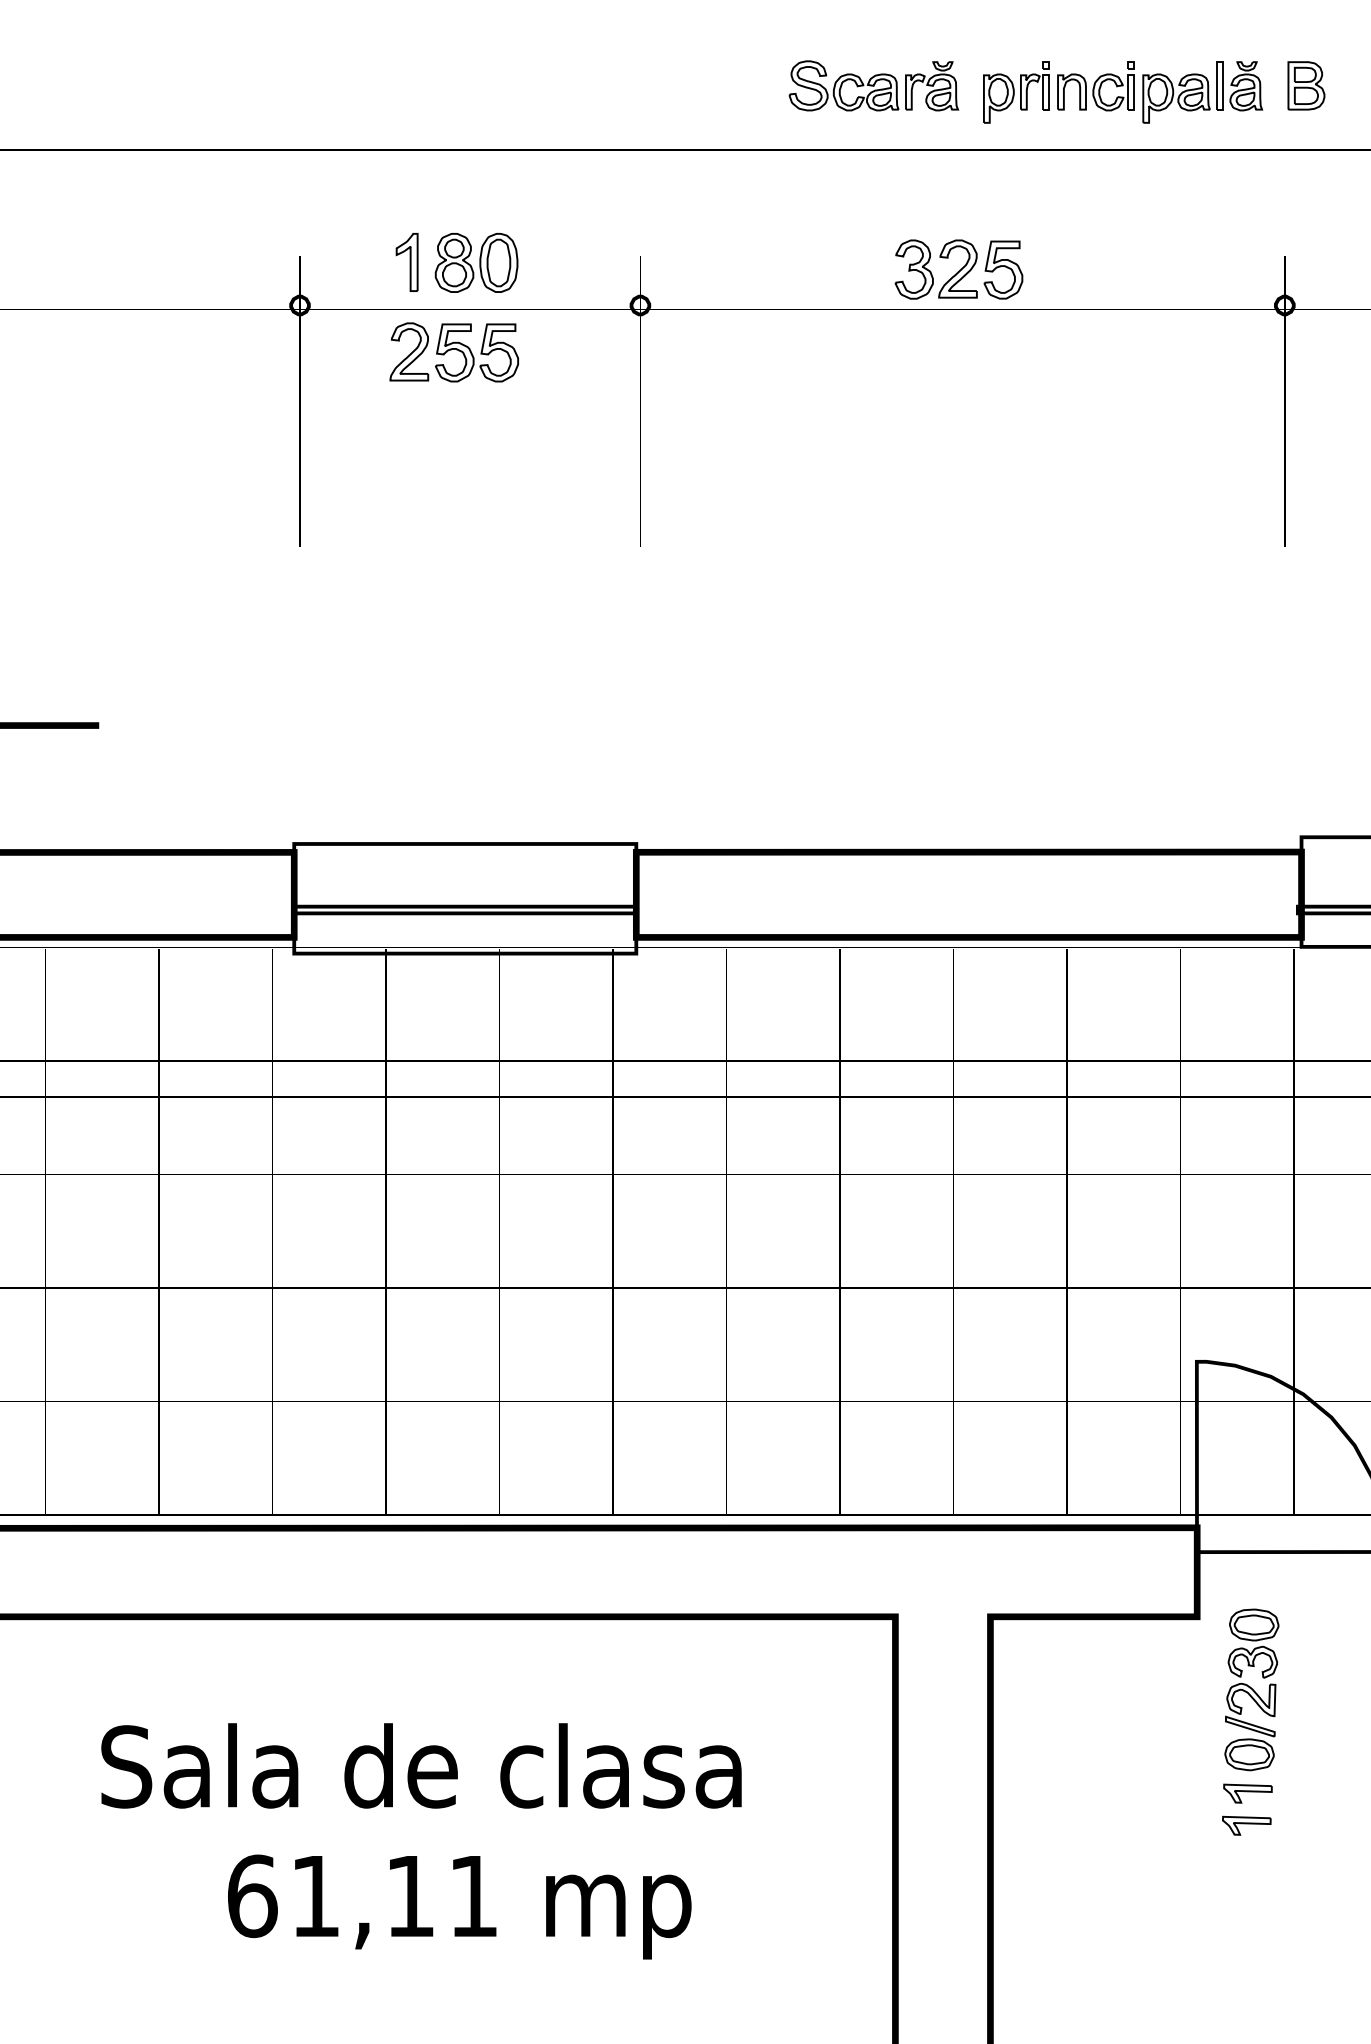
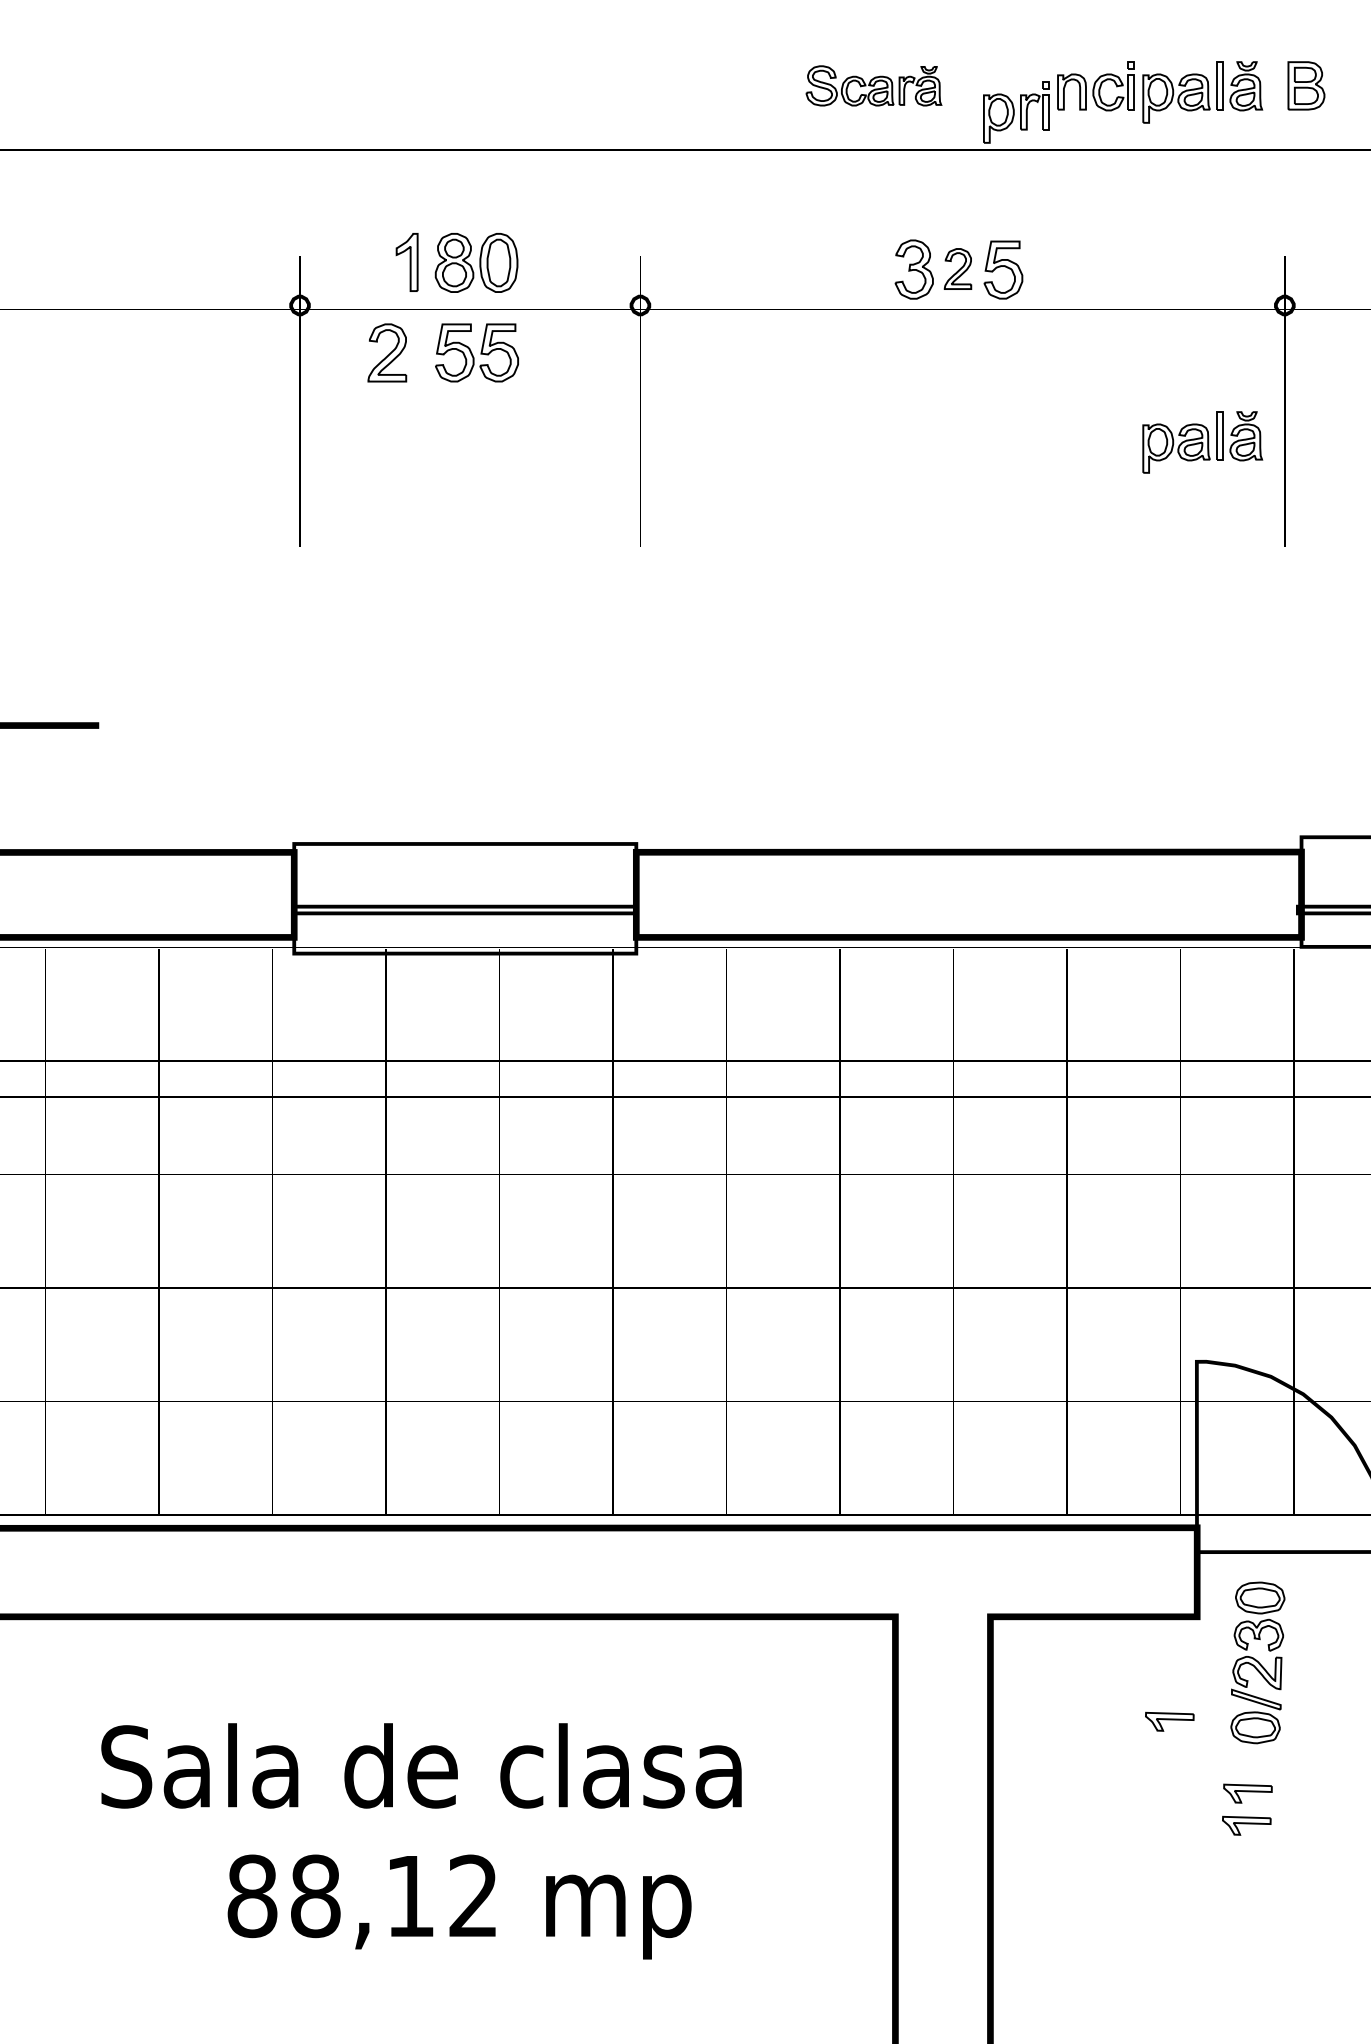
part at (873, 85) size: 172x52 px -> 138x42 px
part at (1016, 92) position: (1016, 92) -> (1016, 112)
part at (957, 268) size: 40x60 px -> 30x42 px
part at (409, 351) position: (409, 351) -> (387, 352)
part at (1202, 442): none -> present
part at (1251, 1689) position: (1251, 1689) -> (1257, 1662)
part at (1169, 1721): none -> present
text at (361, 1896): 61,11 -> 88,12
